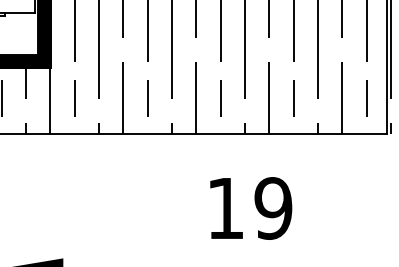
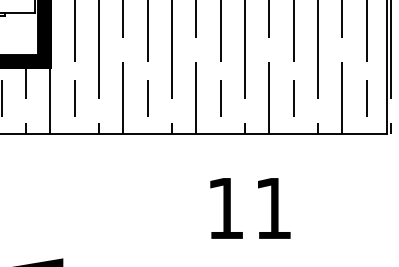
text at (273, 208): 19 -> 11
